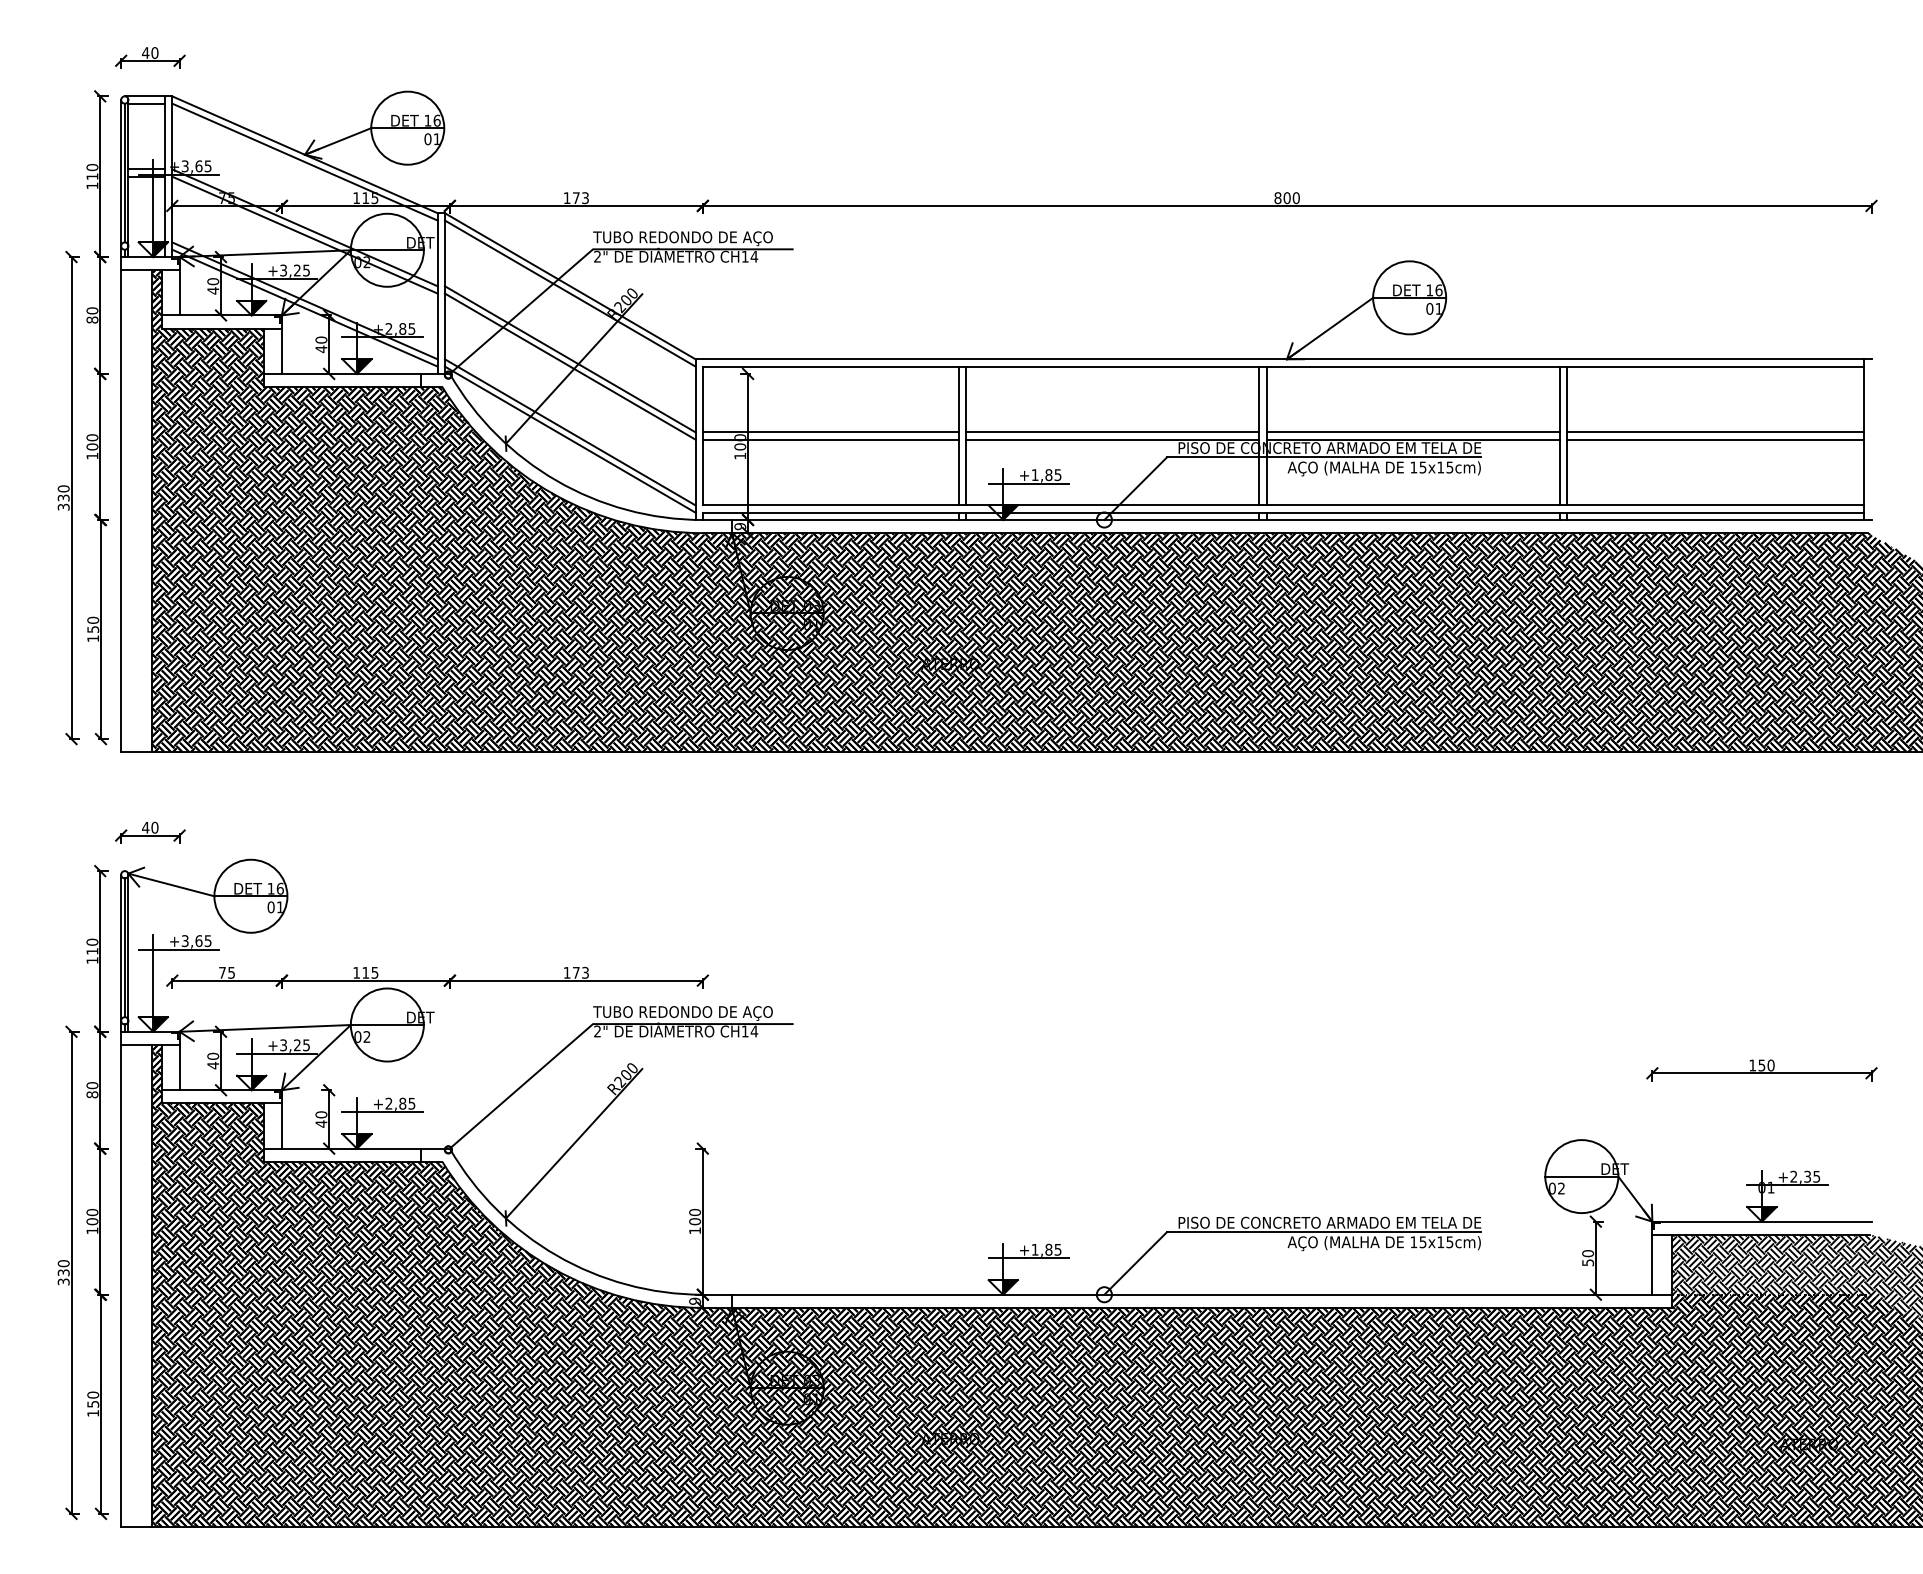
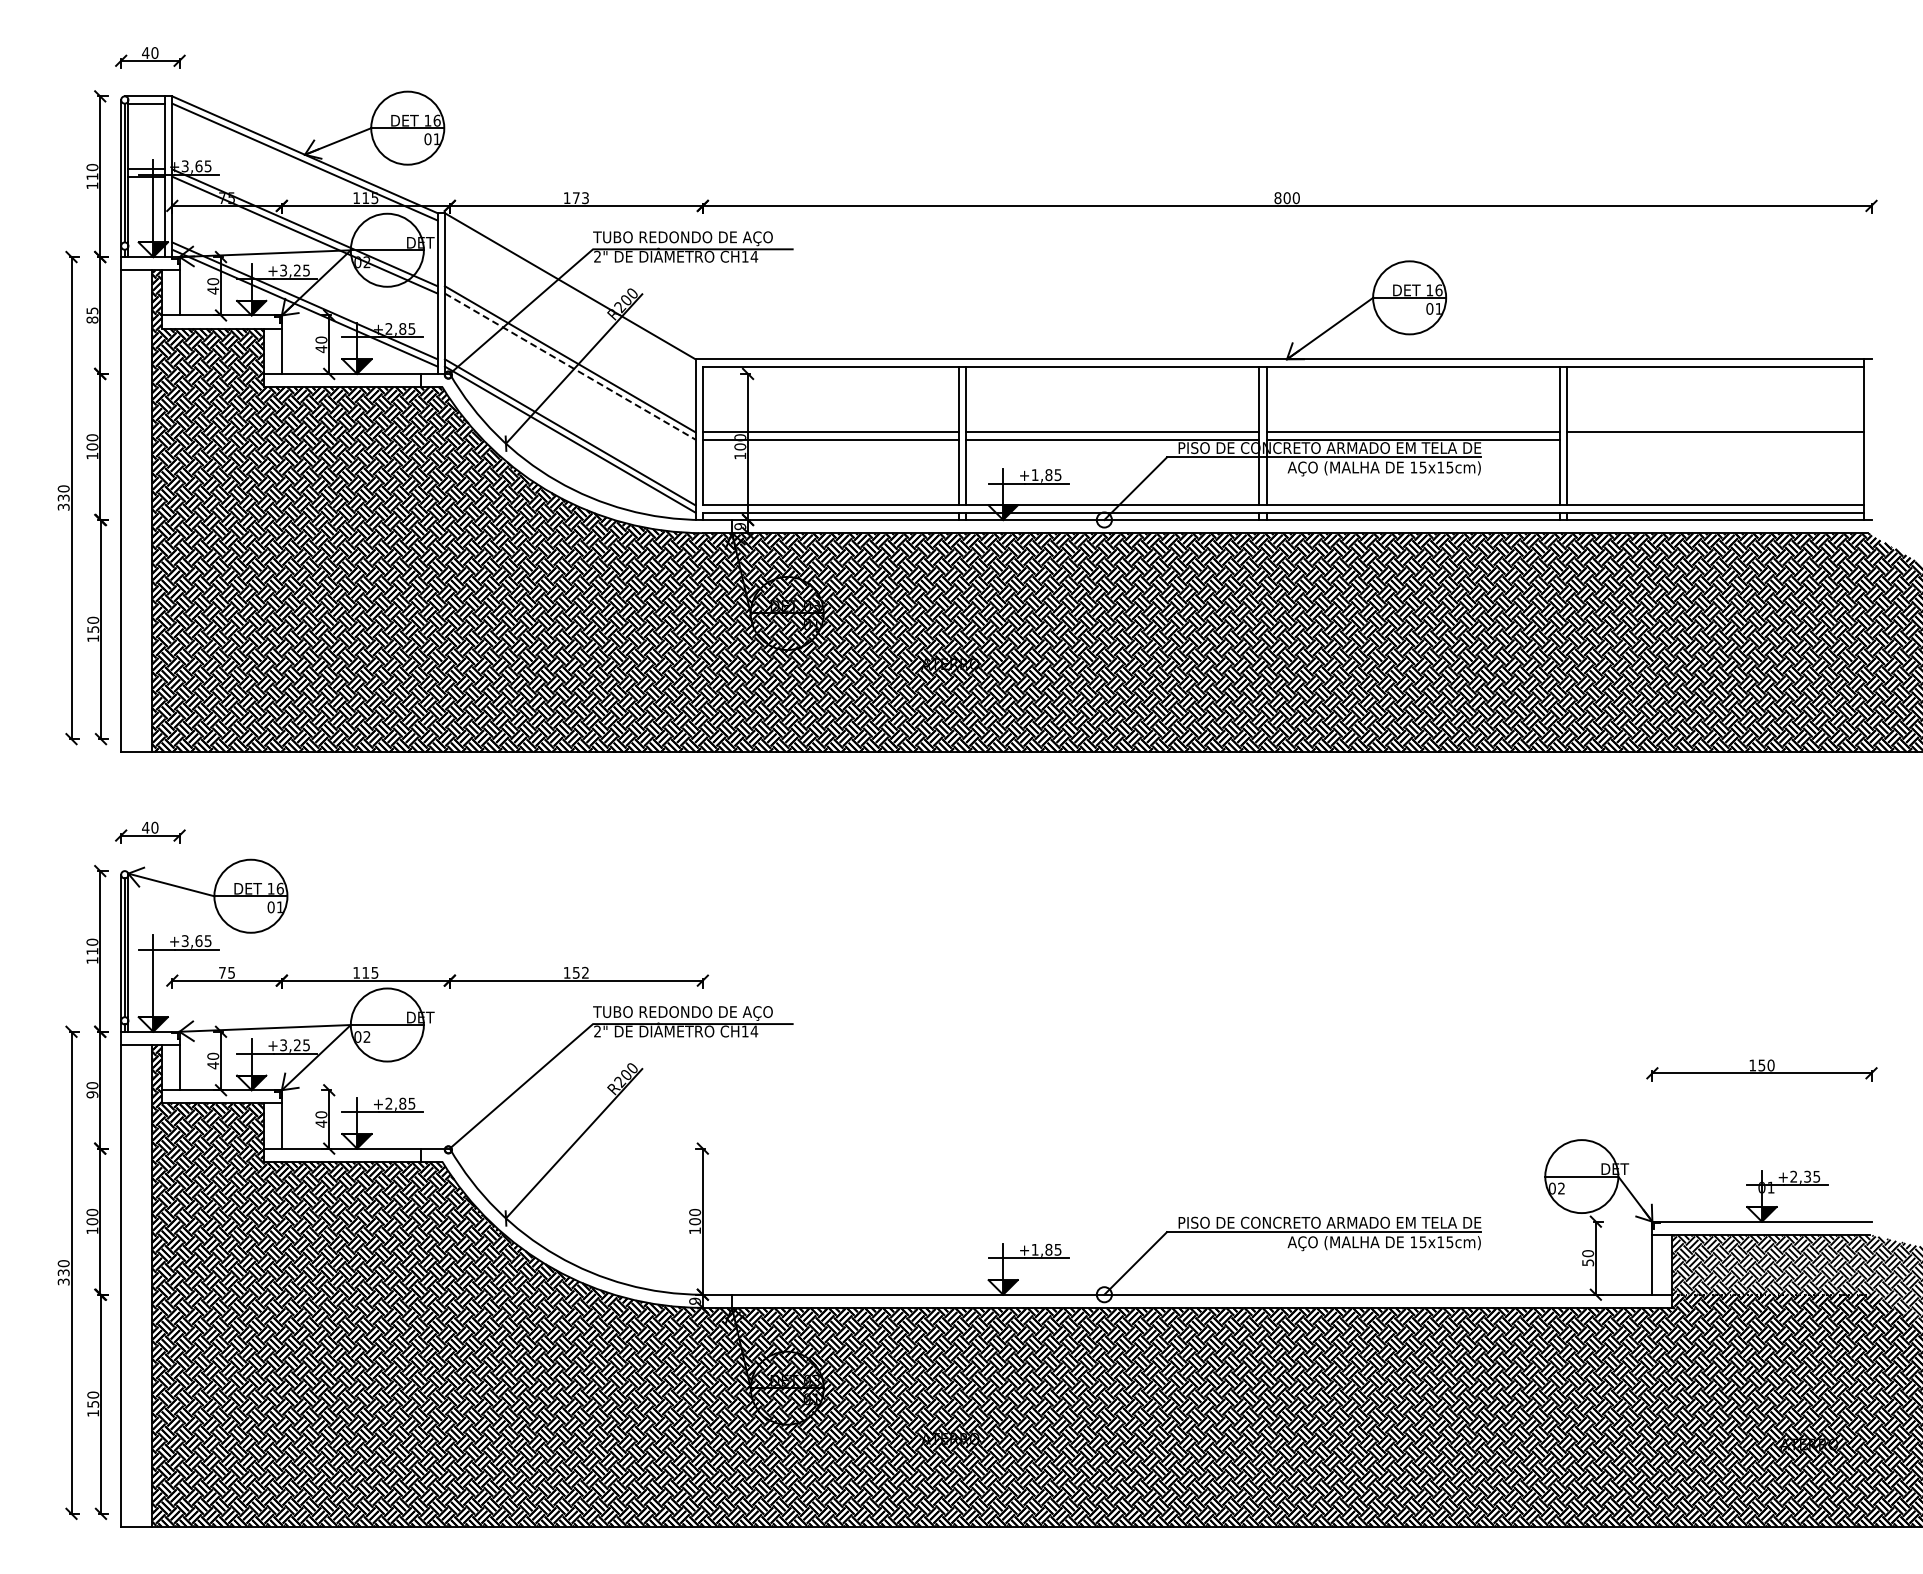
line at (569, 293): present -> none
text at (92, 310): 80 -> 85
line at (570, 366): solid -> dashed
line at (1715, 439): present -> none
text at (580, 972): 173 -> 152
text at (92, 1094): 80 -> 90
